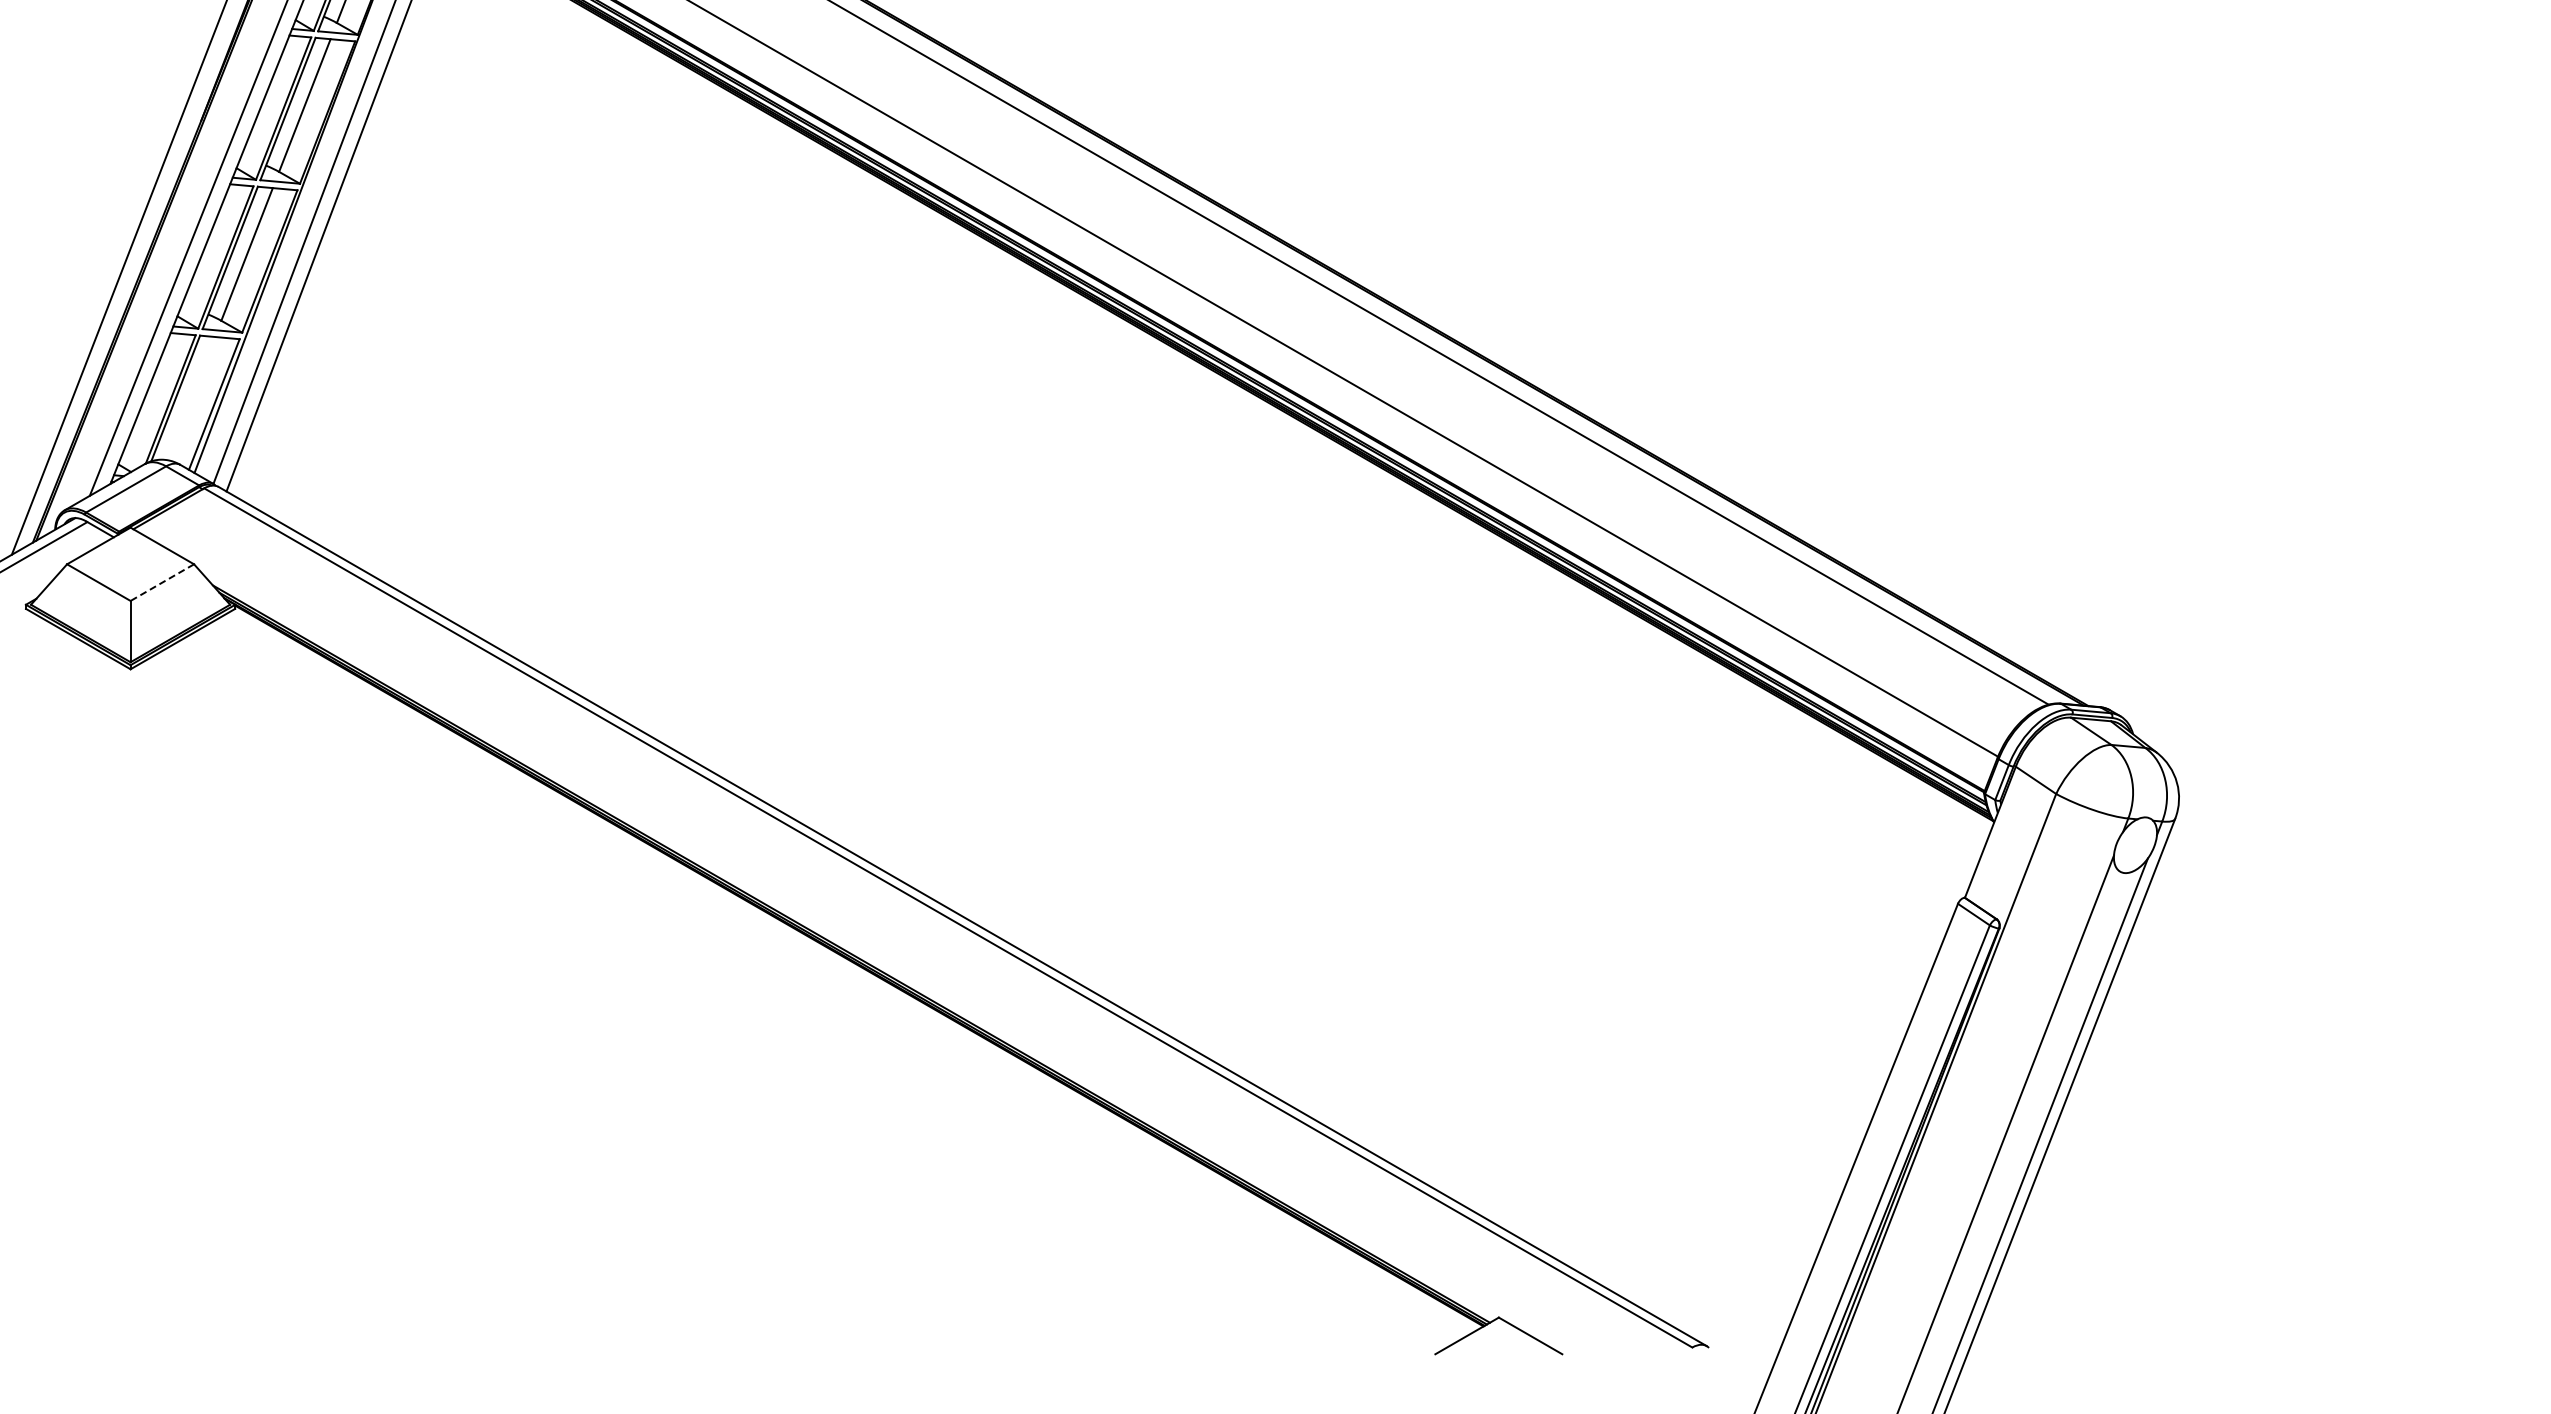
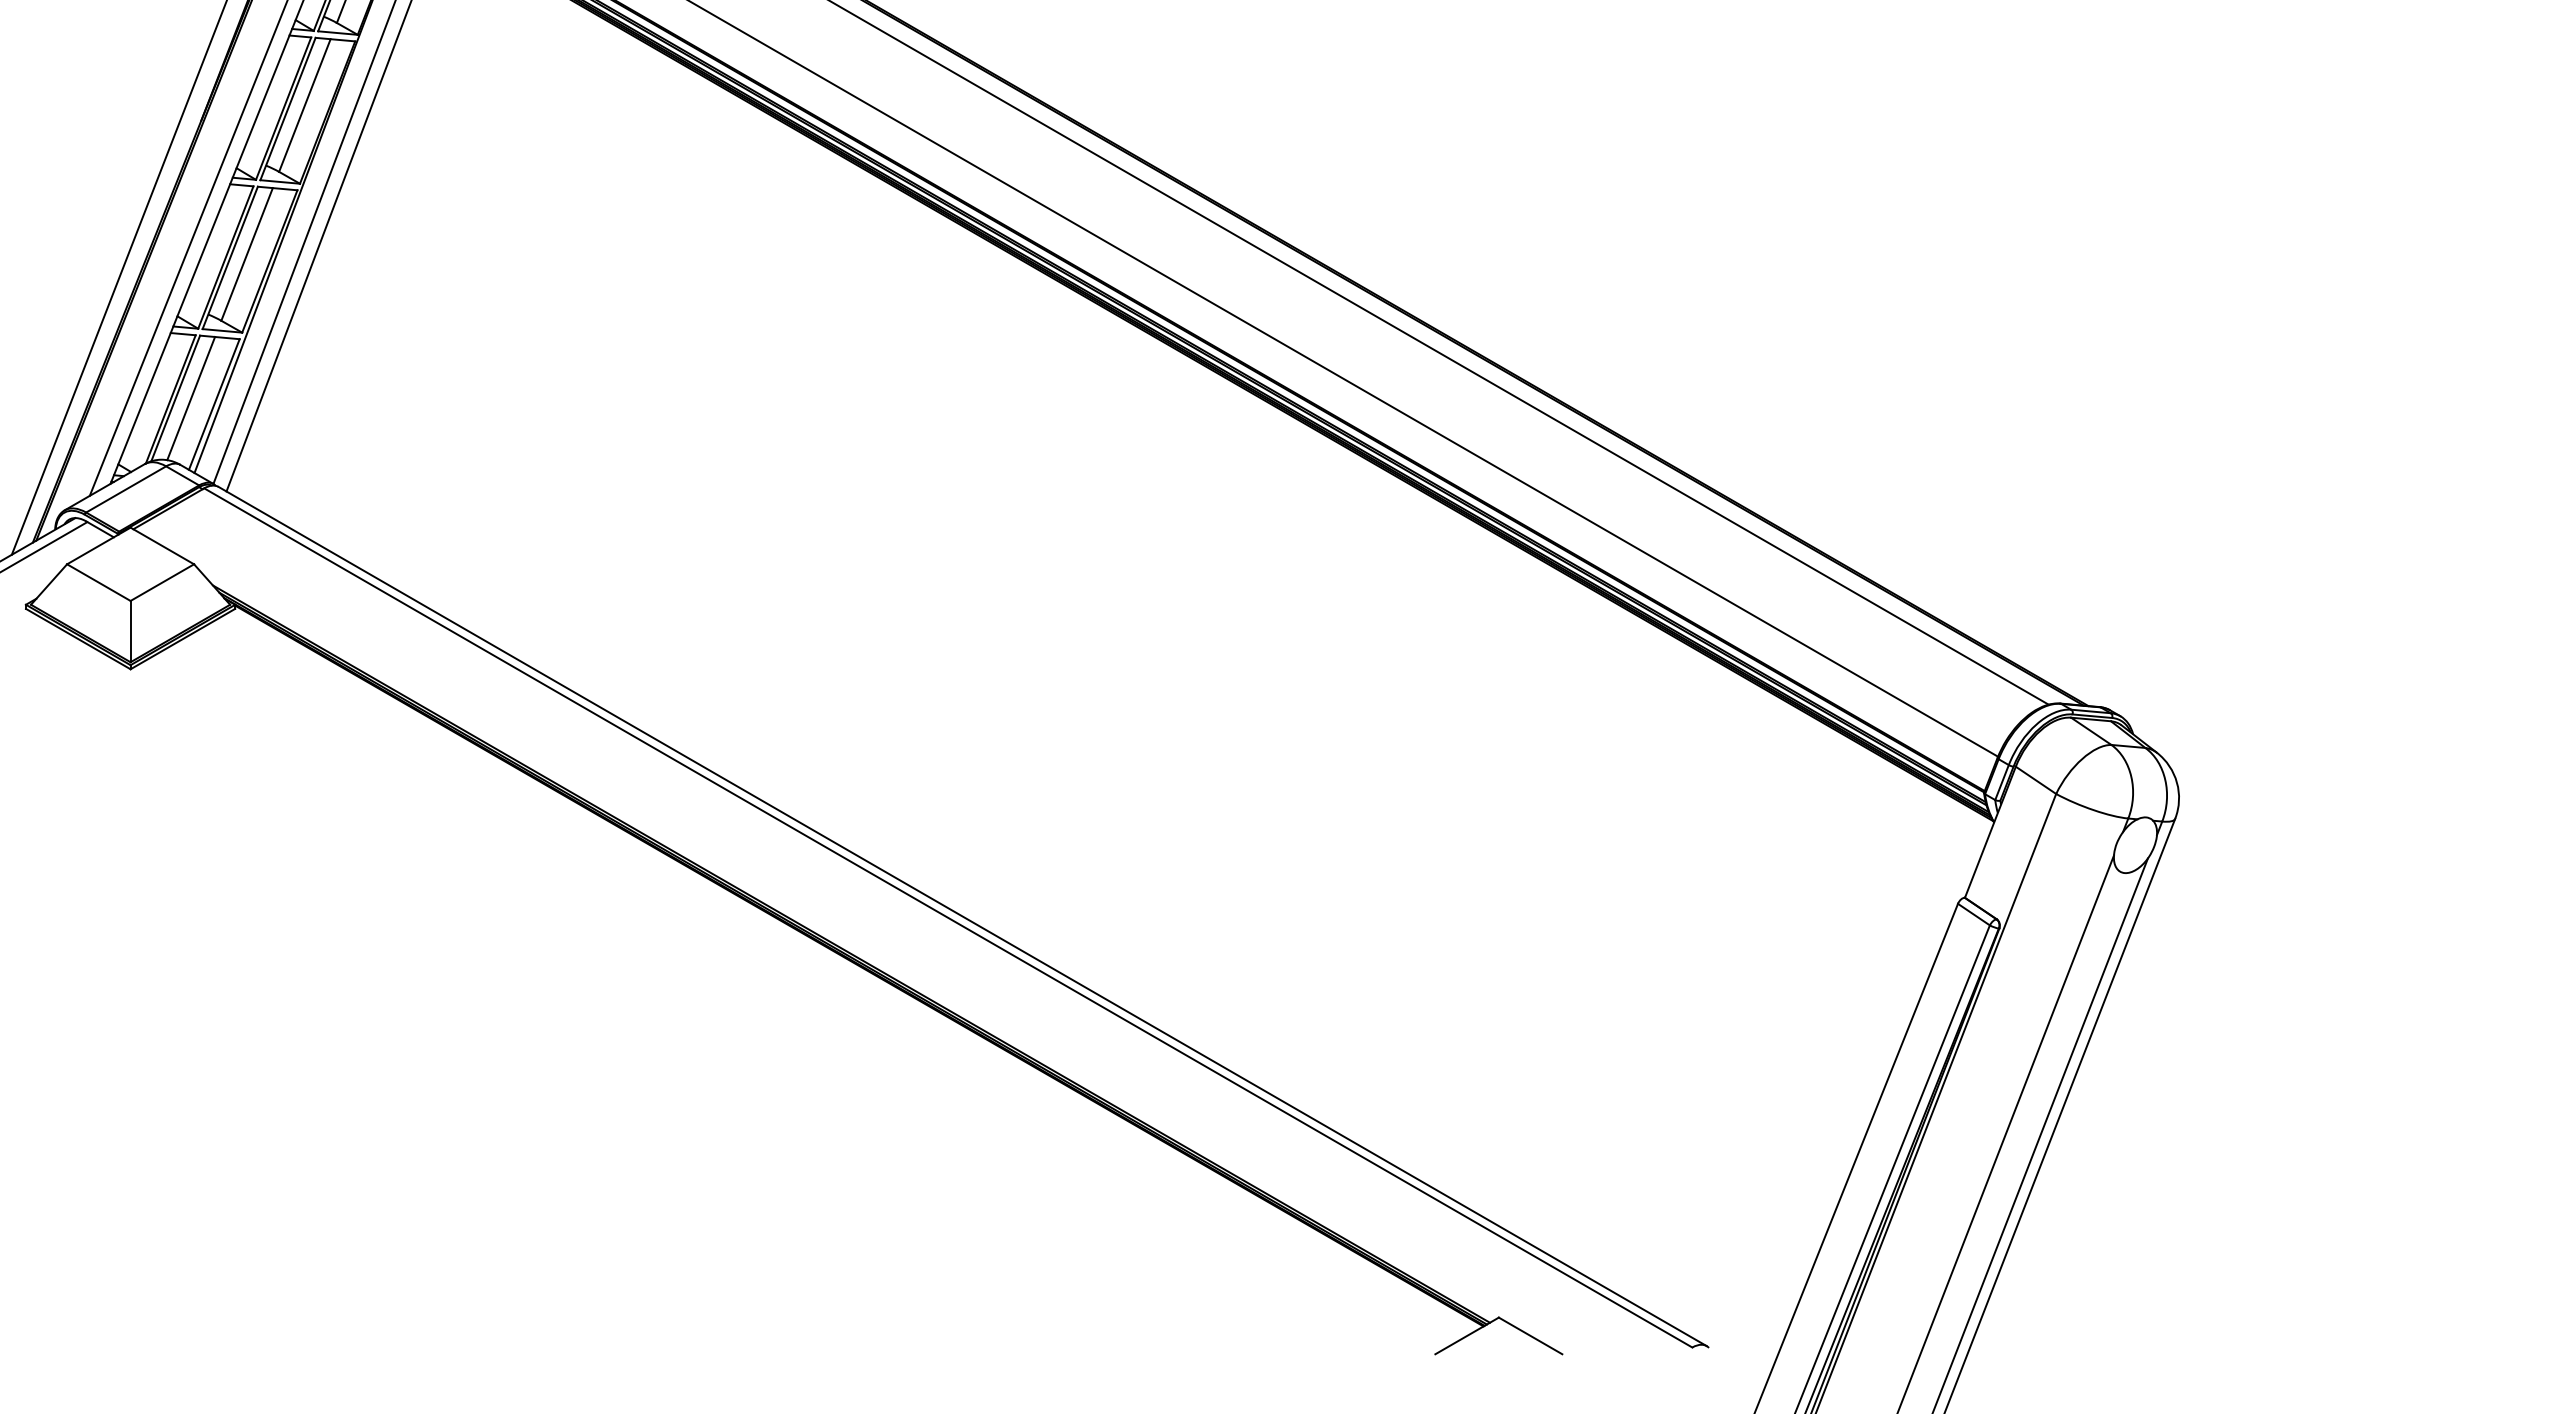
line at (191, 398): none -> present
line at (162, 582): dashed -> solid
